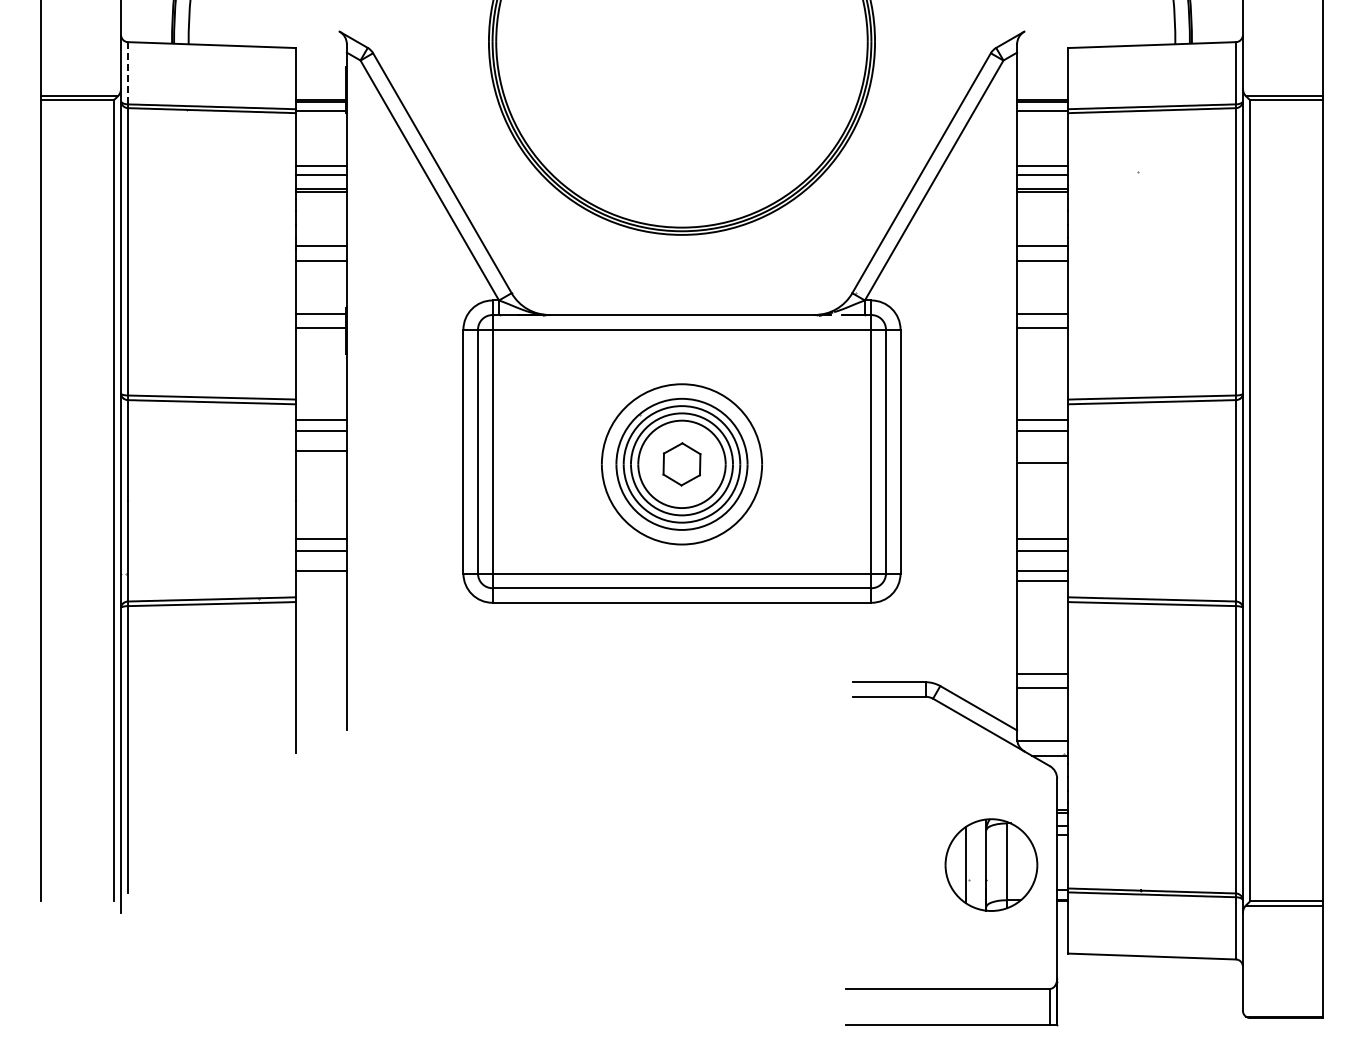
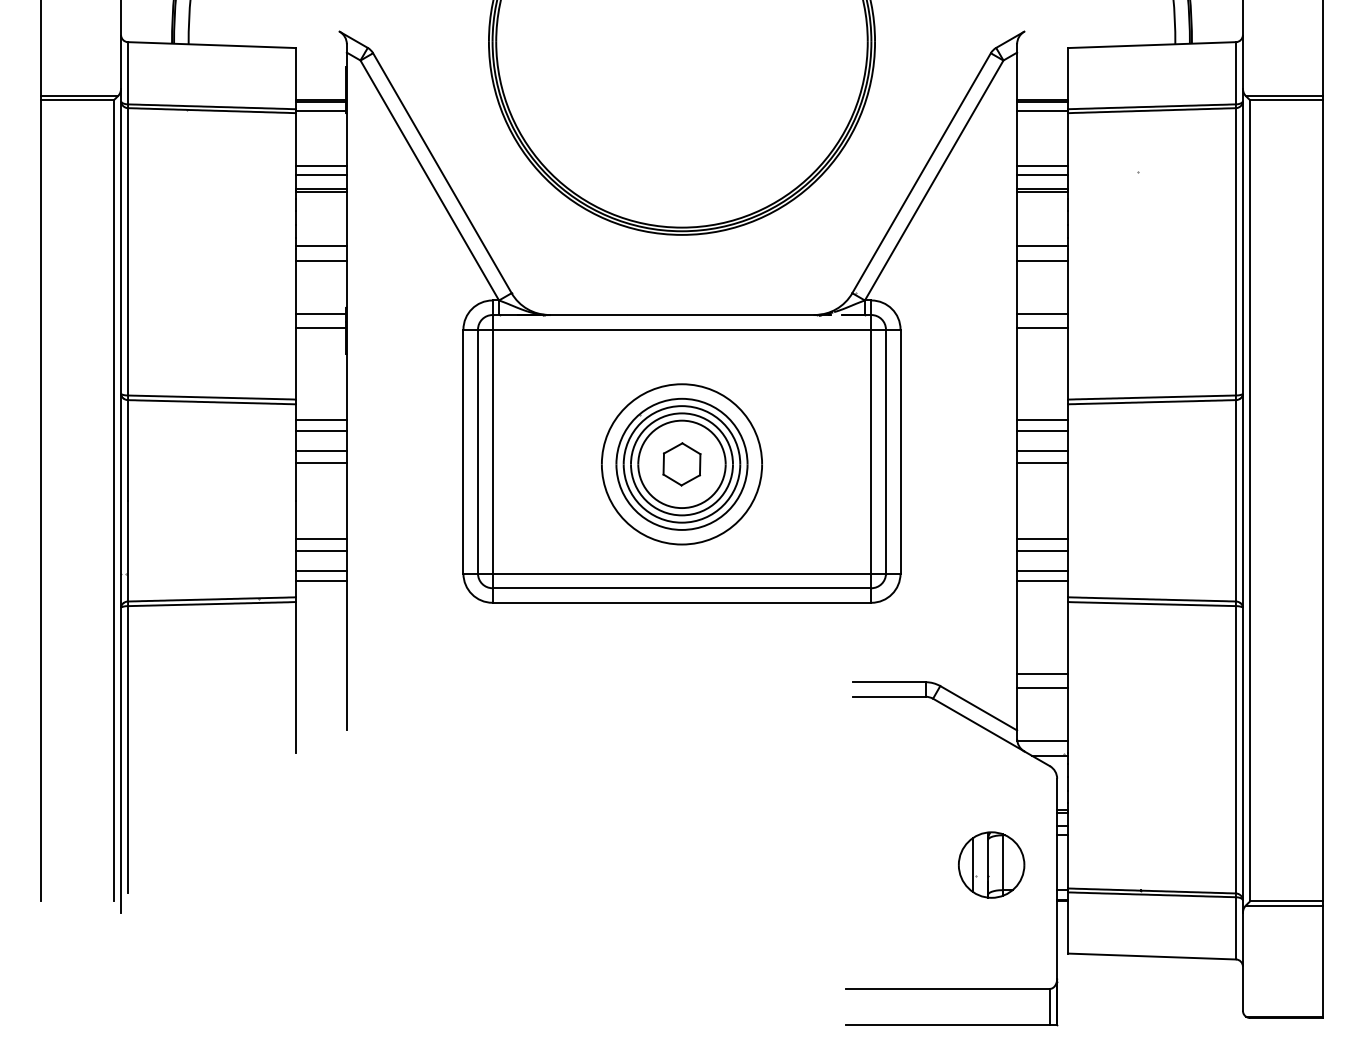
line at (128, 73): dashed -> solid
line at (1042, 450): none -> present
line at (320, 462): none -> present
line at (320, 581): none -> present
part at (991, 864) size: 95x94 px -> 68x68 px
